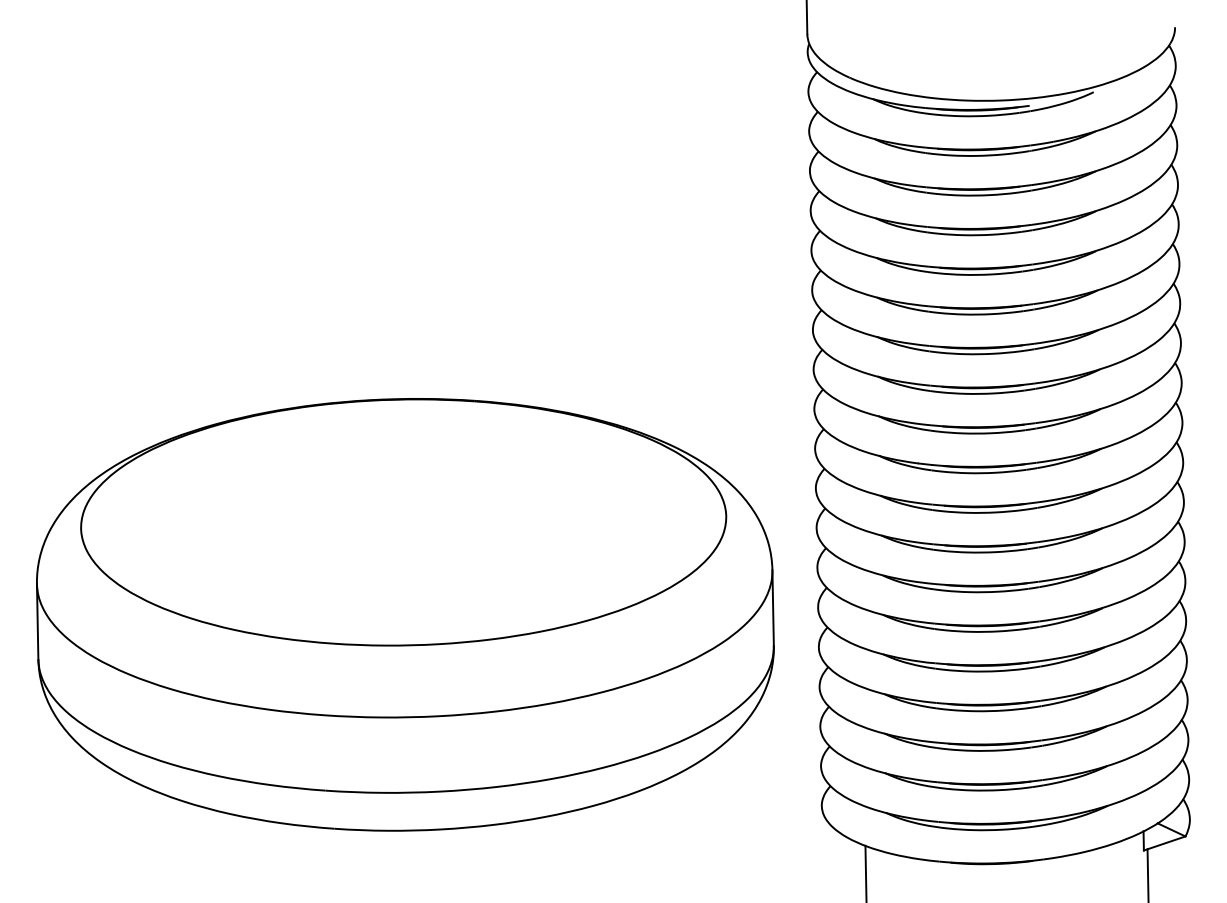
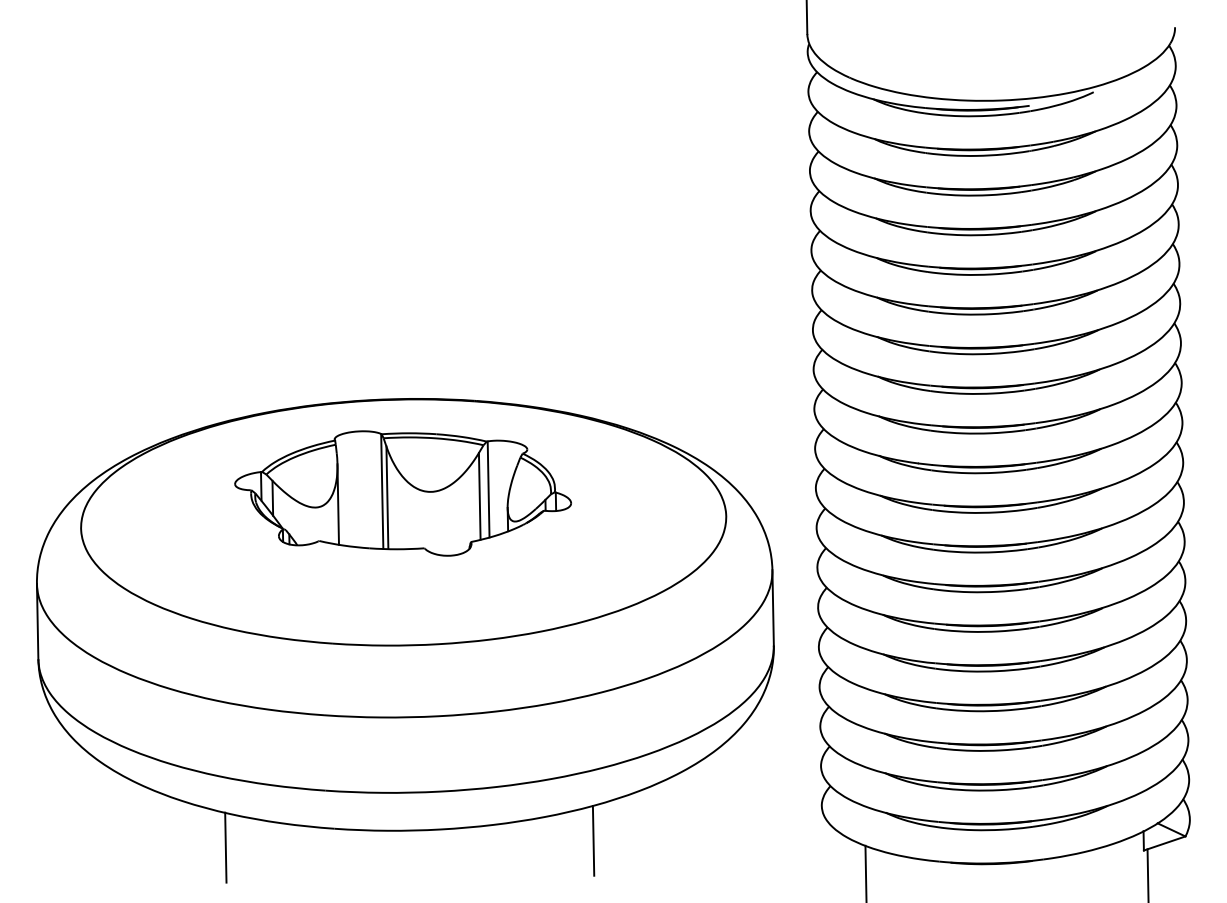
part at (402, 493): none -> present
line at (593, 840): none -> present
line at (225, 847): none -> present
